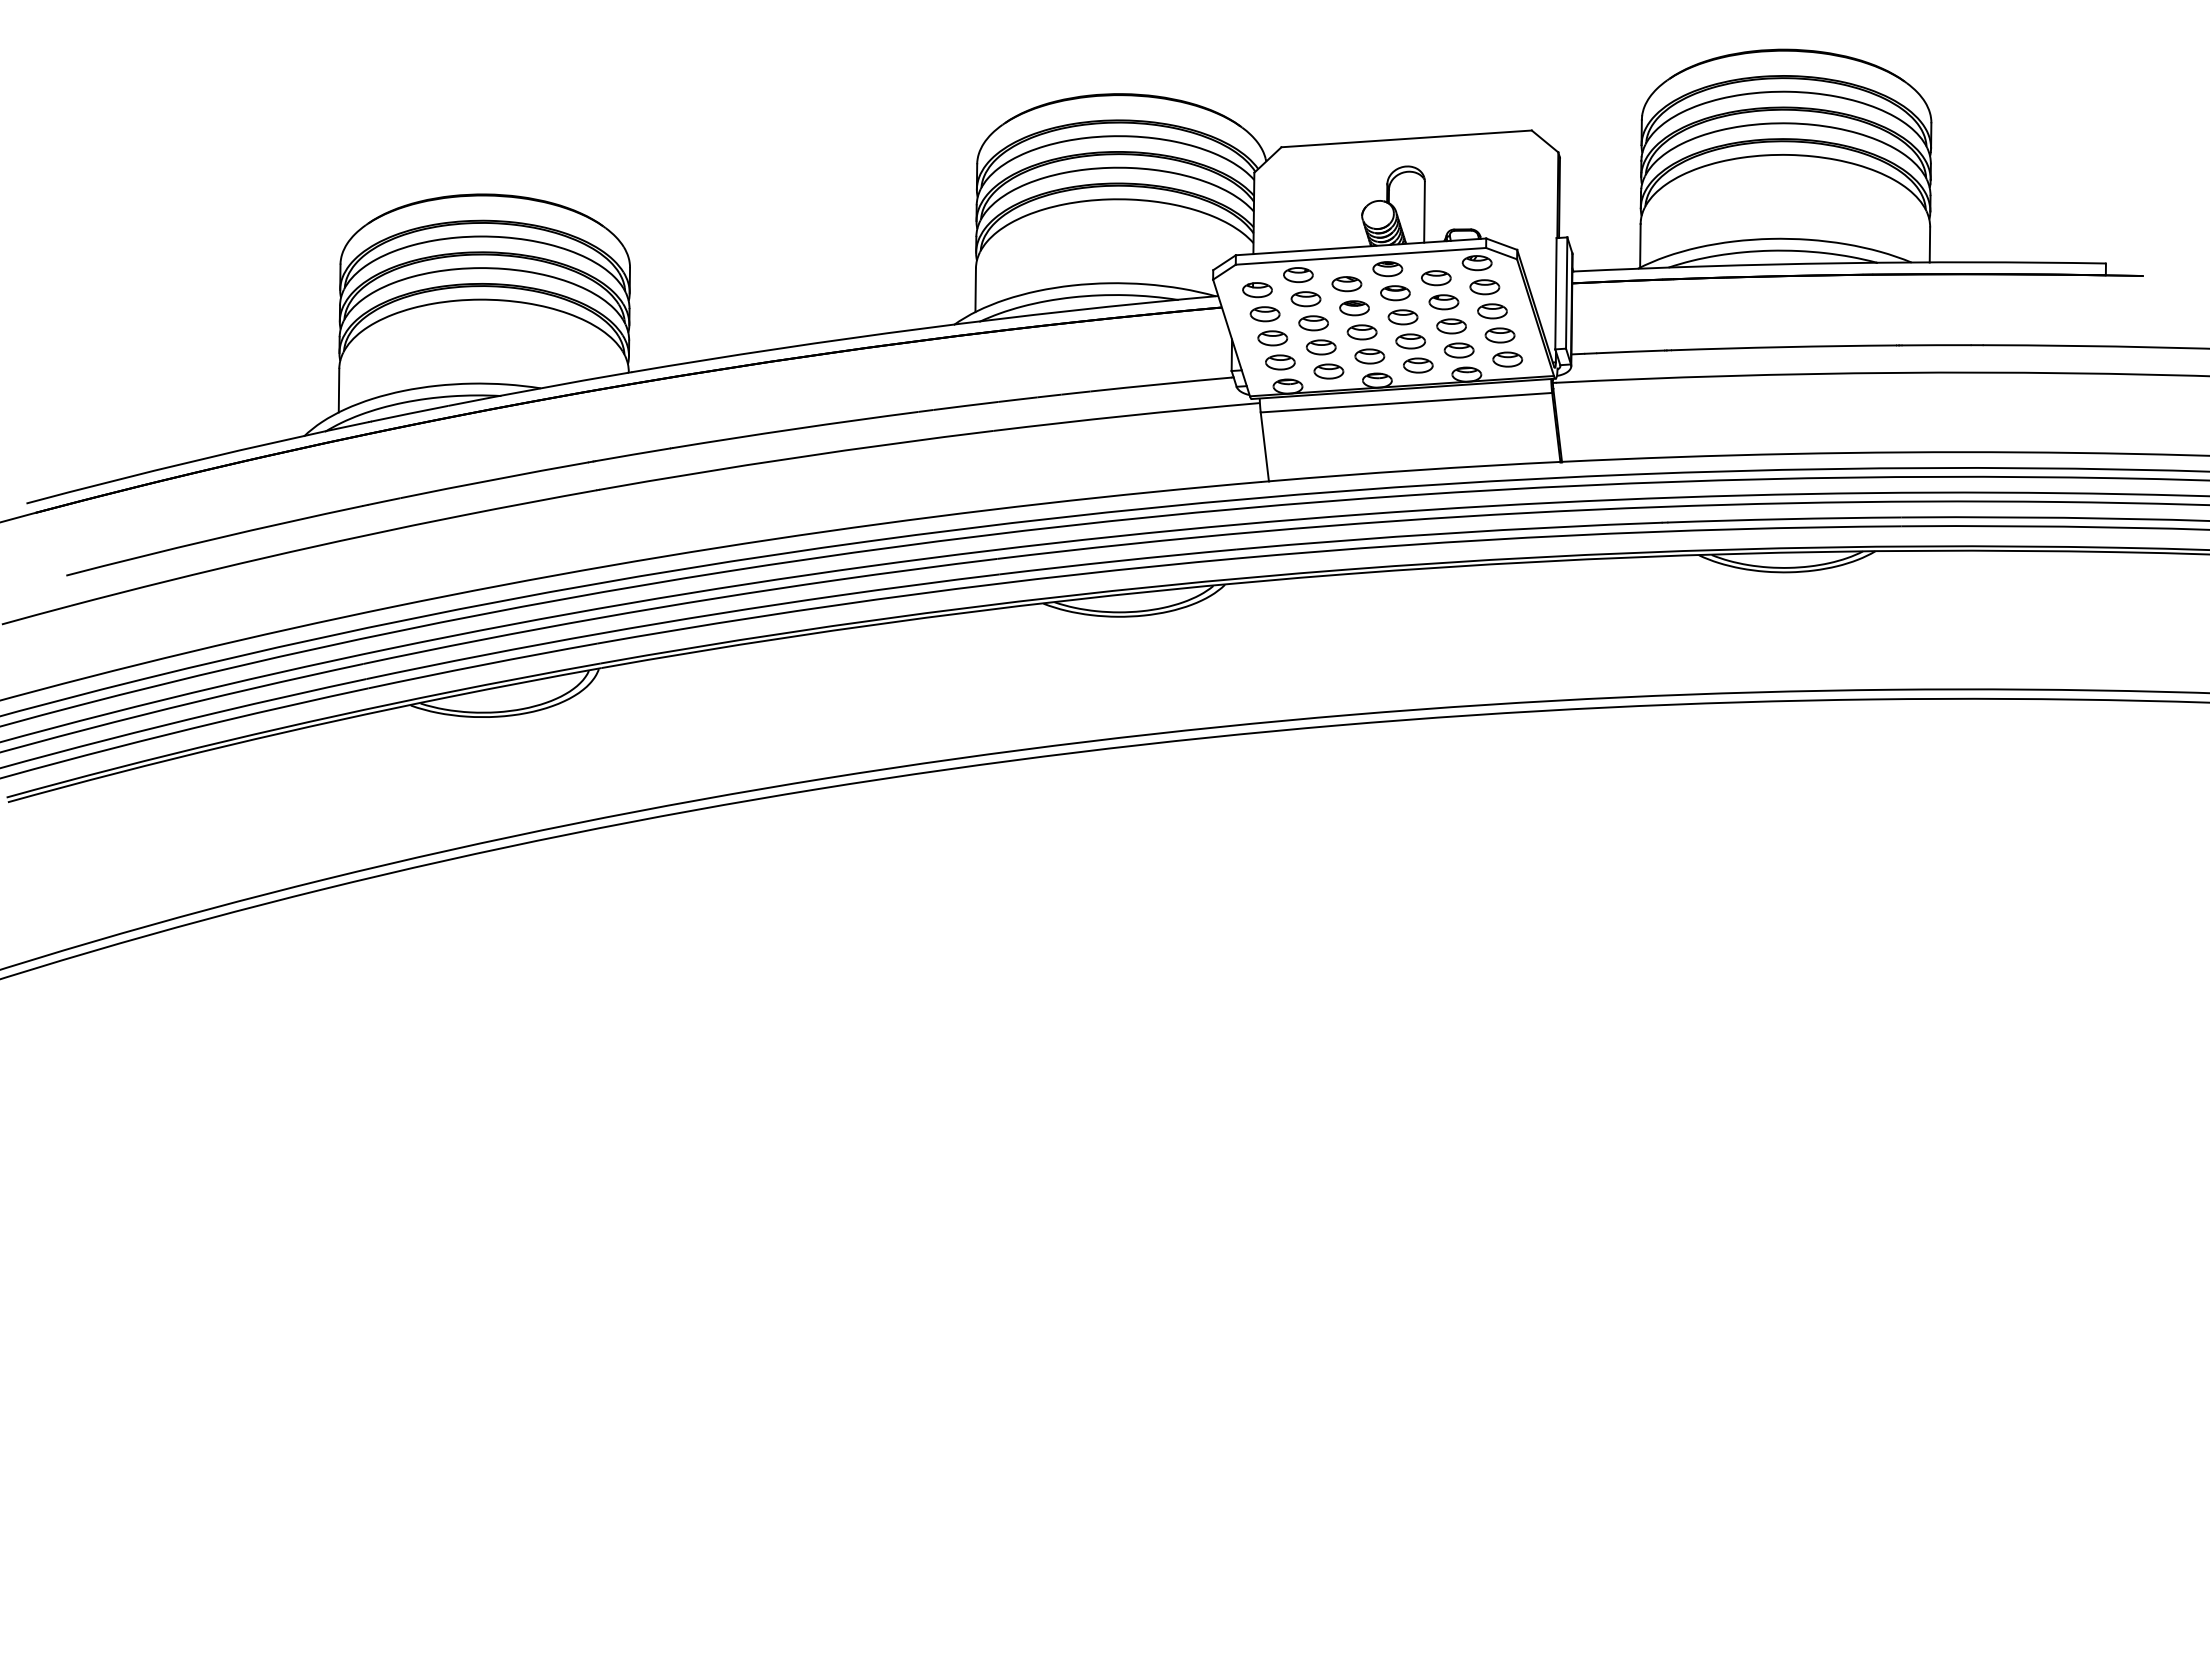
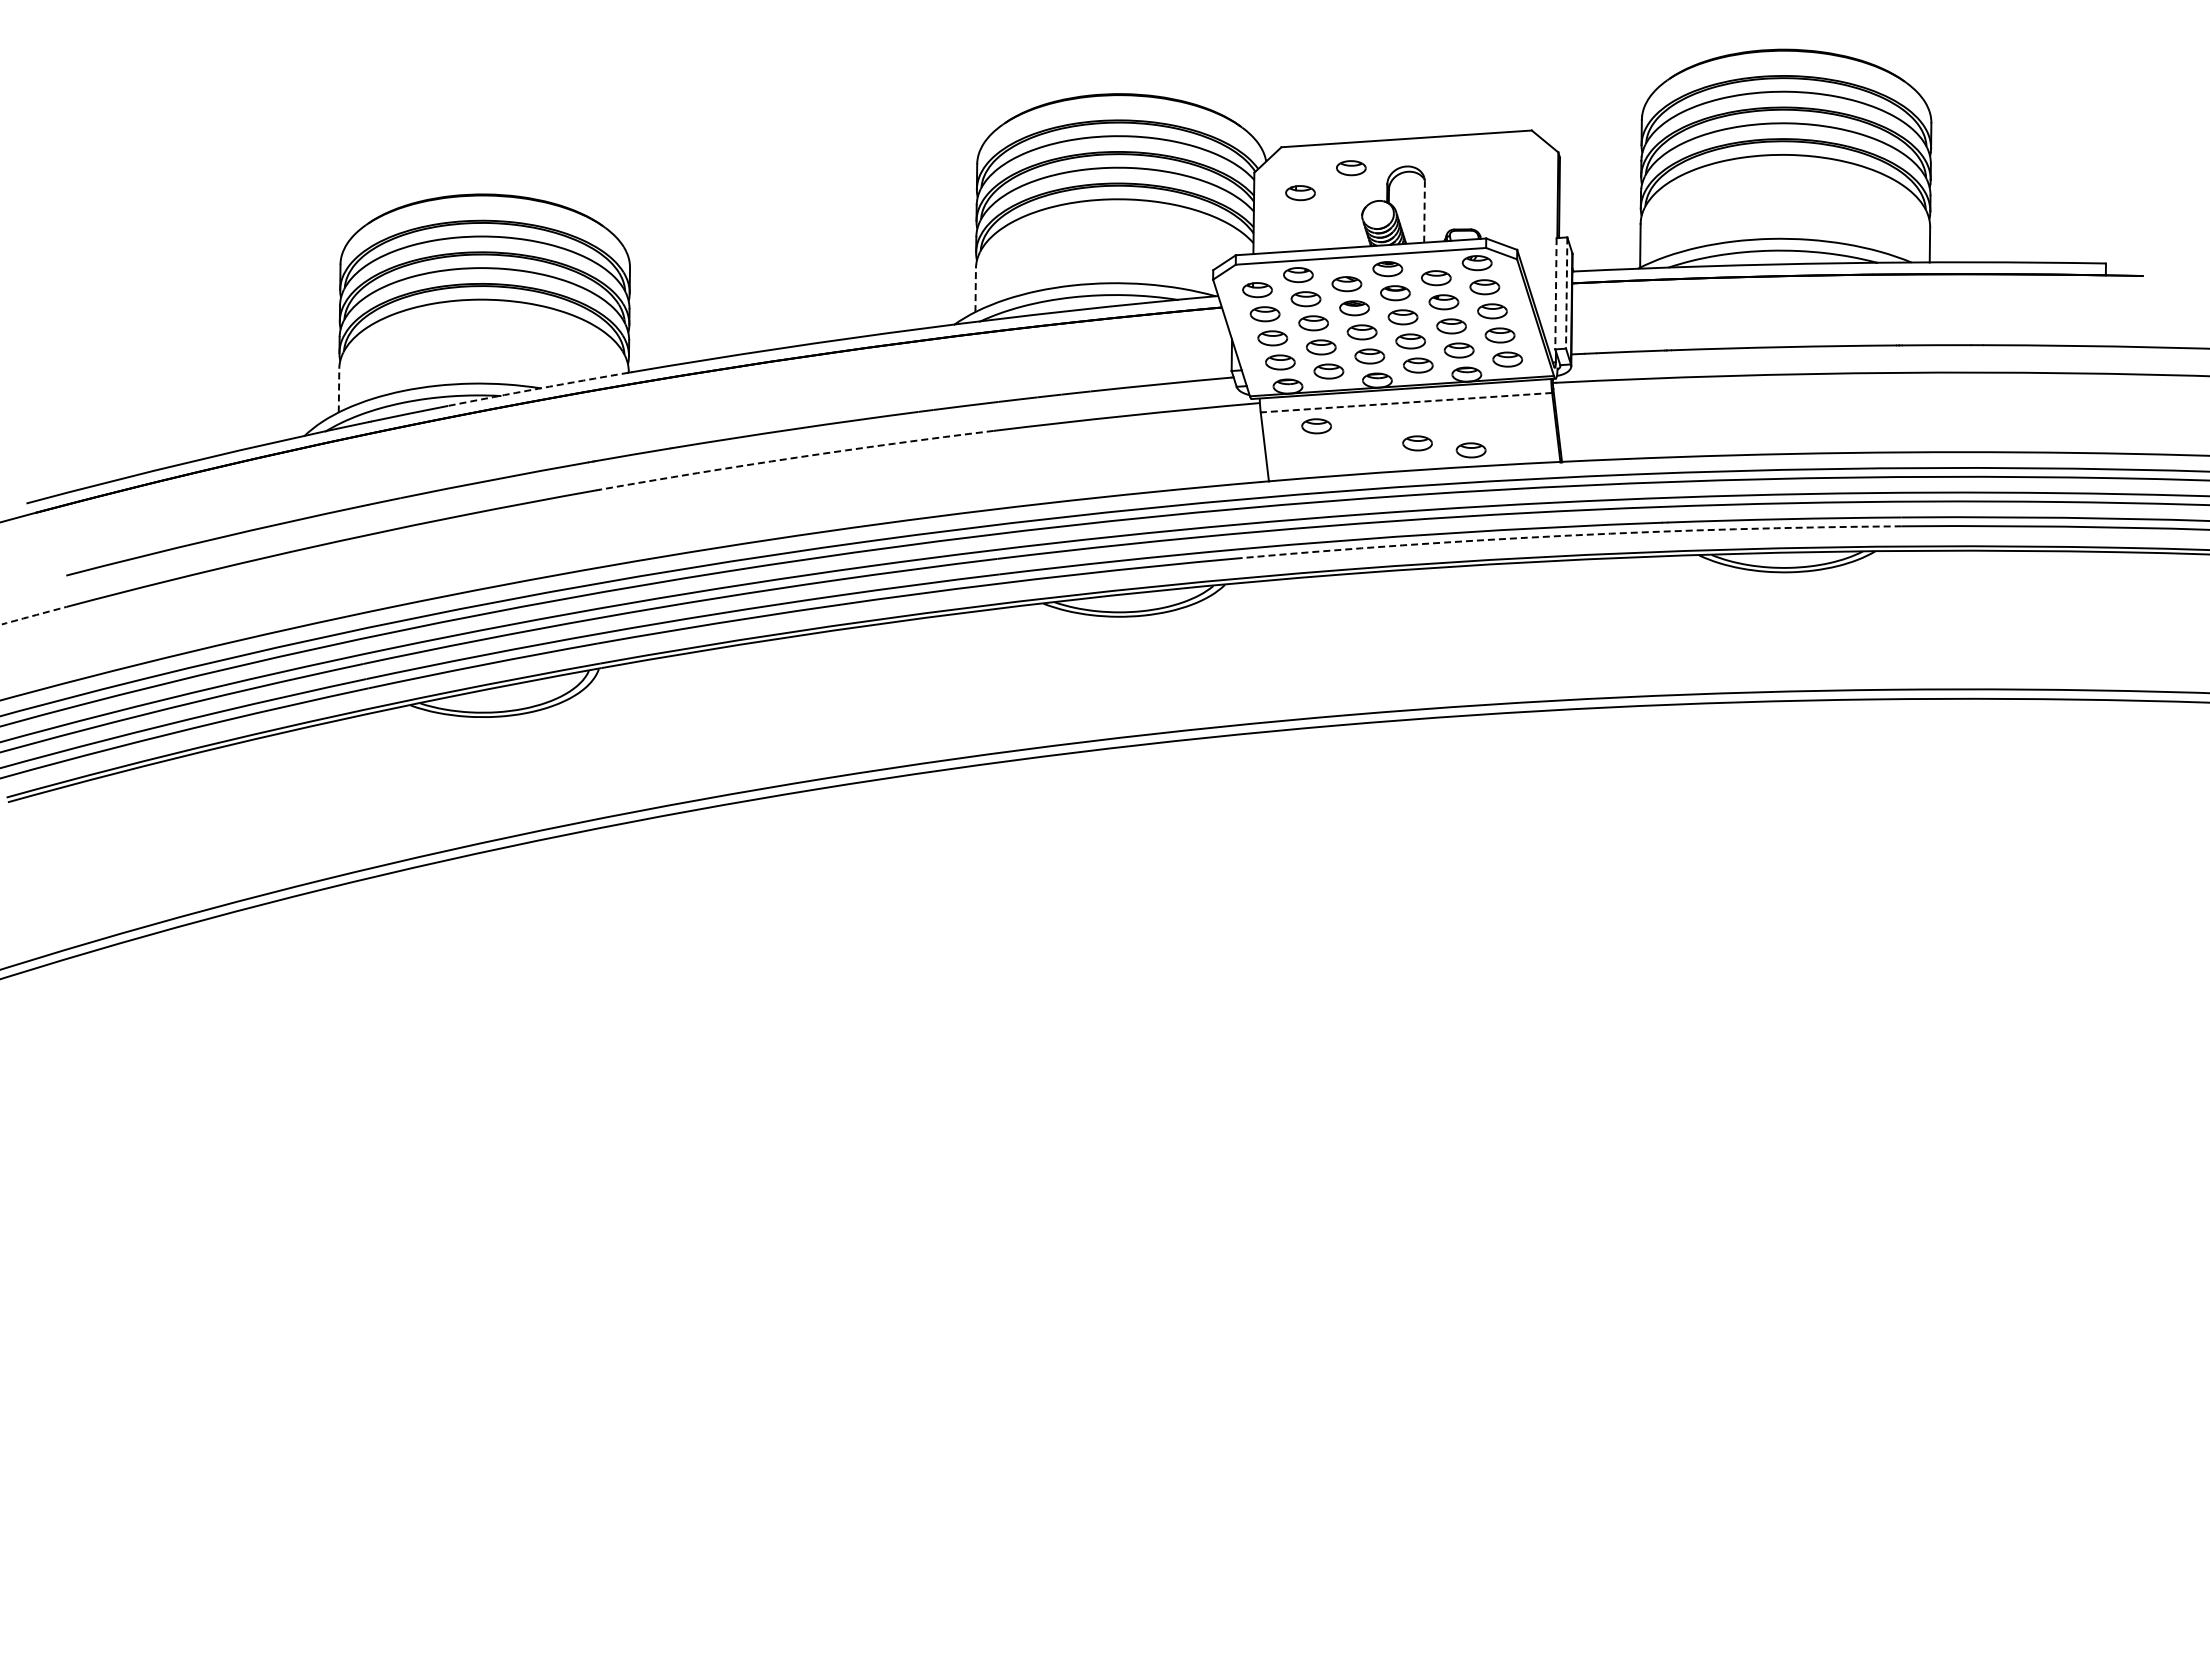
part at (1351, 168): none -> present
part at (1300, 193): none -> present
line at (1424, 211): solid -> dashed
line at (975, 290): solid -> dashed
line at (1555, 293): solid -> dashed
line at (1566, 293): solid -> dashed
arc at (538, 388): solid -> dashed
line at (339, 390): solid -> dashed
line at (1405, 402): solid -> dashed
part at (1316, 426): none -> present
part at (1417, 443): none -> present
part at (1470, 450): none -> present
arc at (795, 457): solid -> dashed
arc at (1568, 535): solid -> dashed
arc at (36, 615): solid -> dashed
